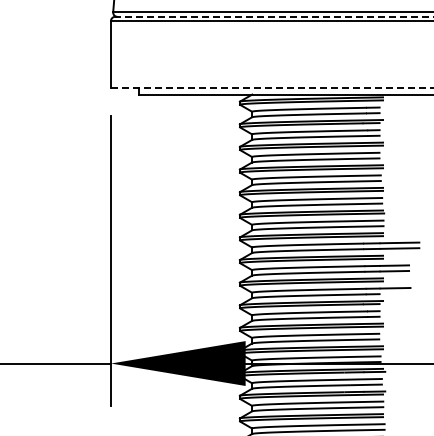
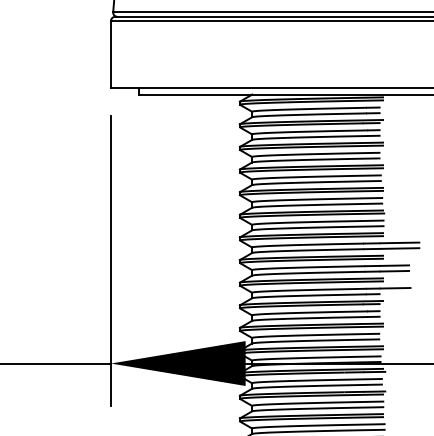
line at (274, 16): dashed -> solid
line at (272, 87): dashed -> solid
